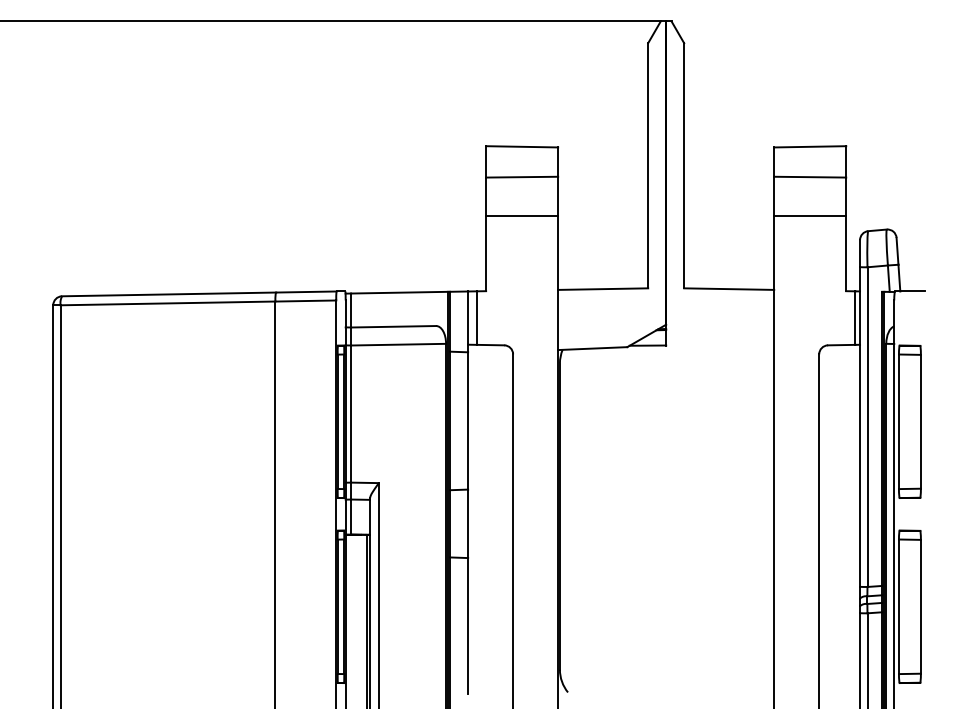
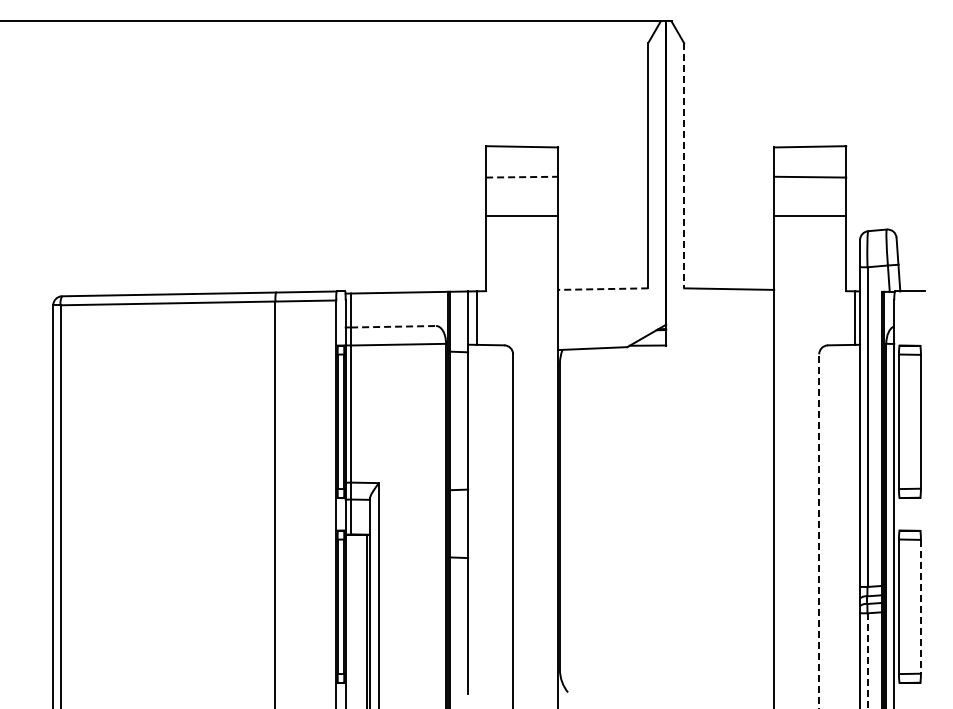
line at (684, 165): solid -> dashed
line at (522, 177): solid -> dashed
line at (602, 289): solid -> dashed
line at (393, 326): solid -> dashed
line at (819, 531): solid -> dashed
line at (920, 607): solid -> dashed
line at (867, 661): solid -> dashed
